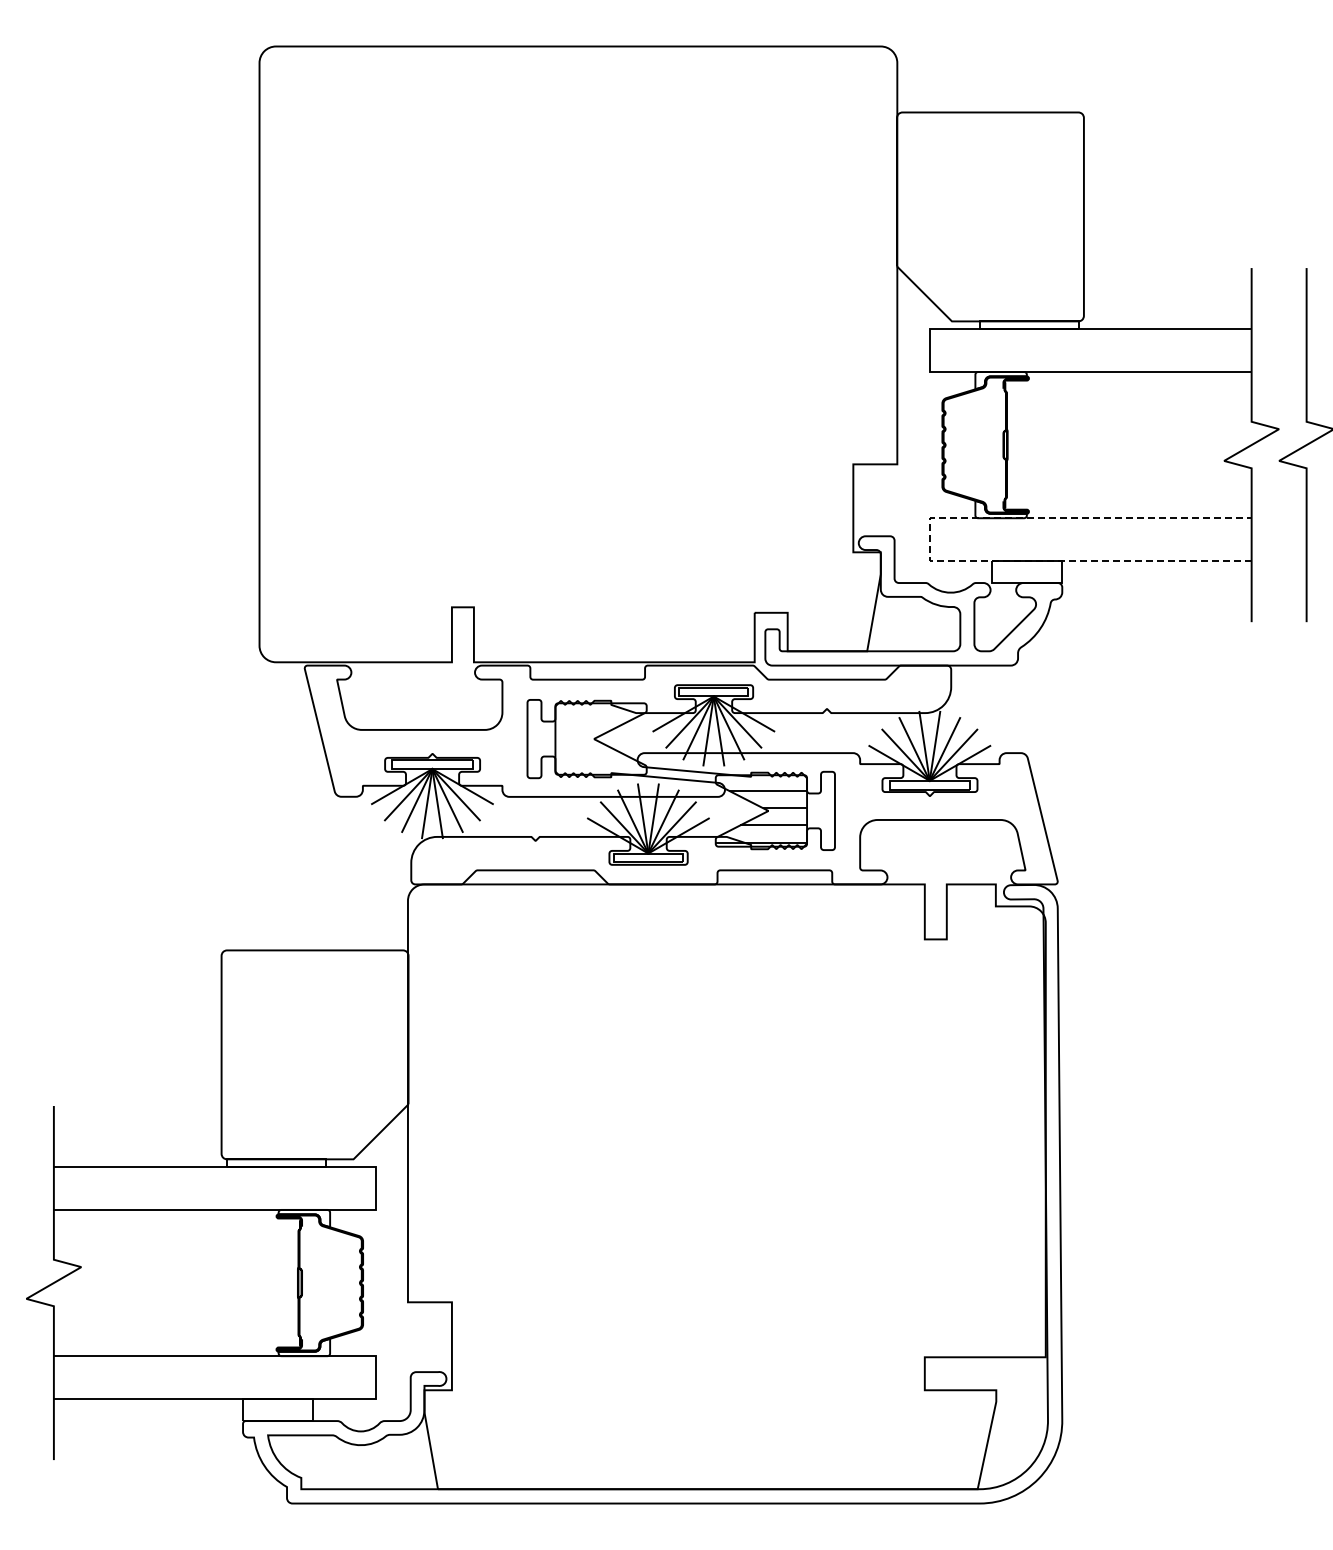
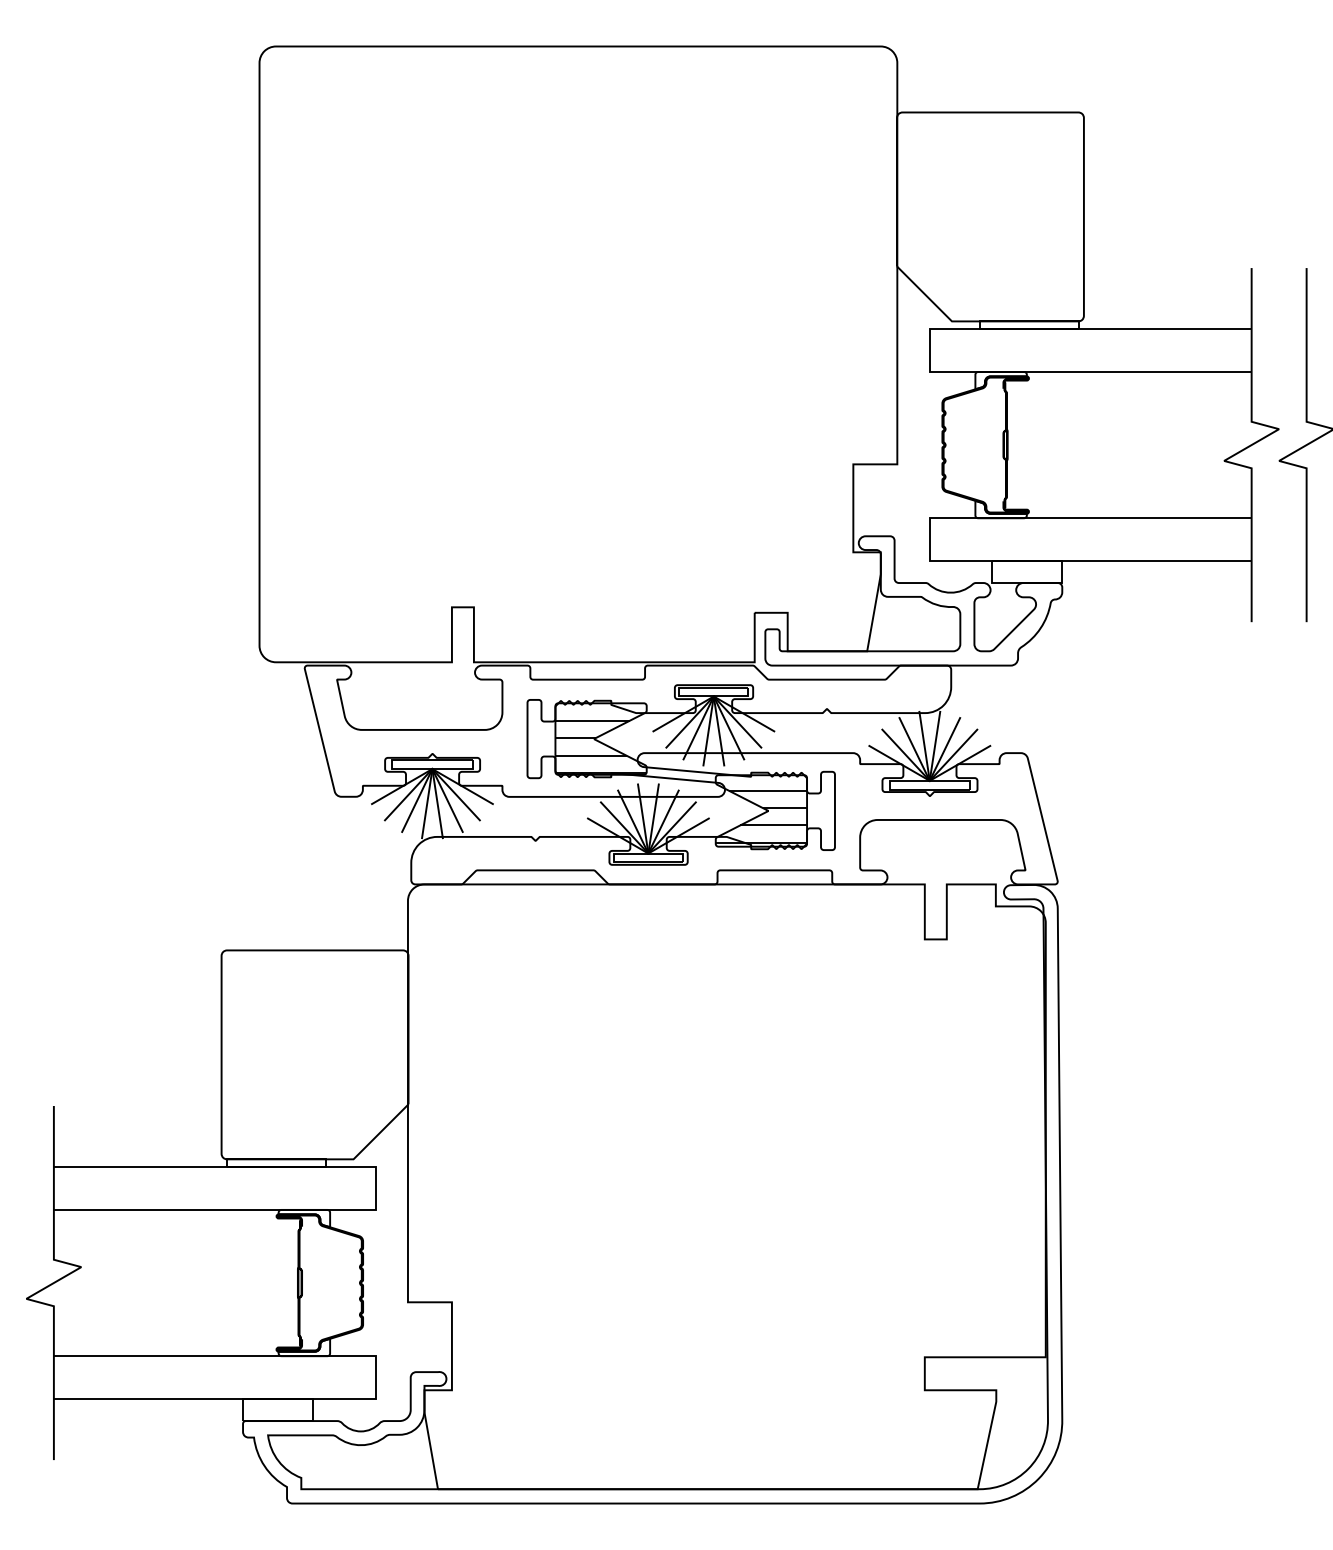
line at (929, 539): dashed -> solid
hatch at (600, 746): none -> present
